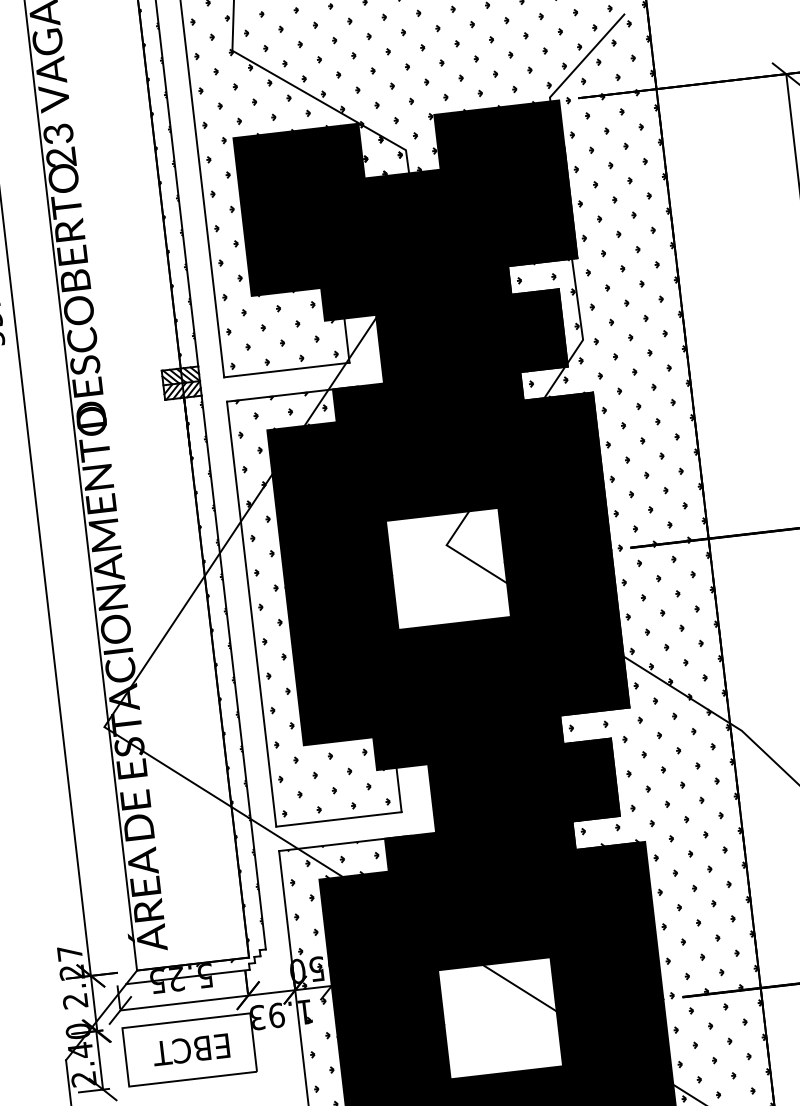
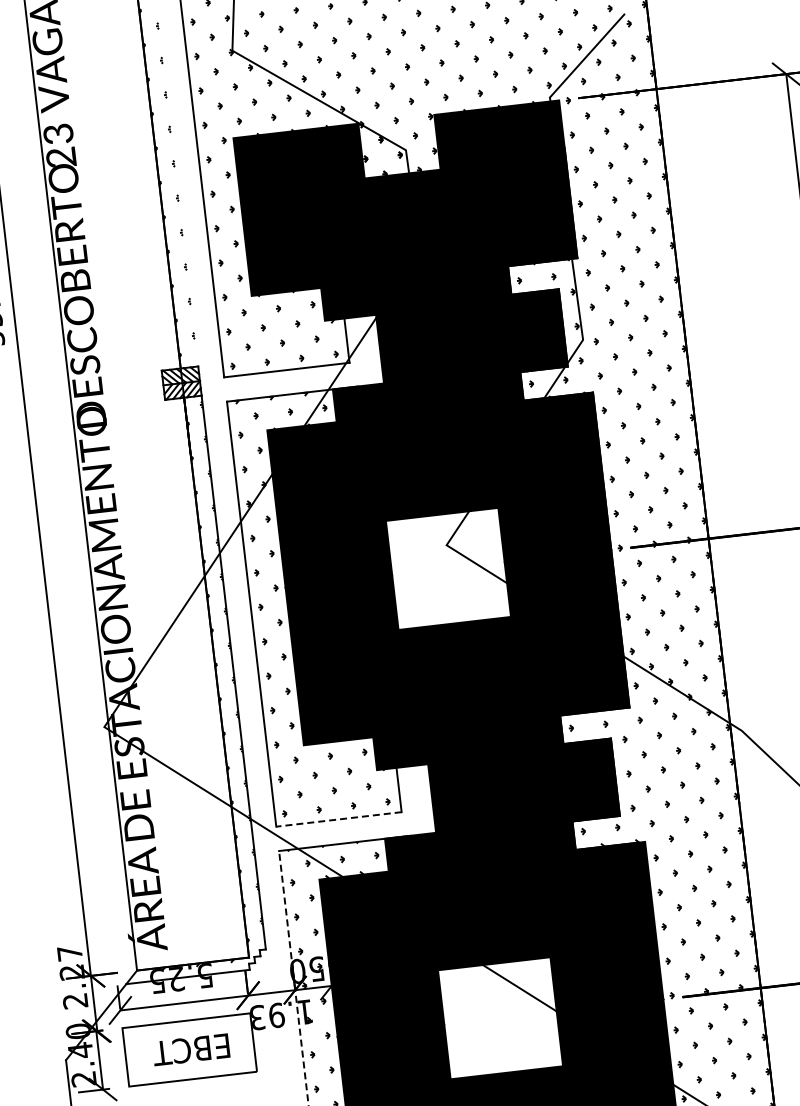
line at (177, 184): present -> none
line at (338, 819): solid -> dashed
line at (293, 978): solid -> dashed
